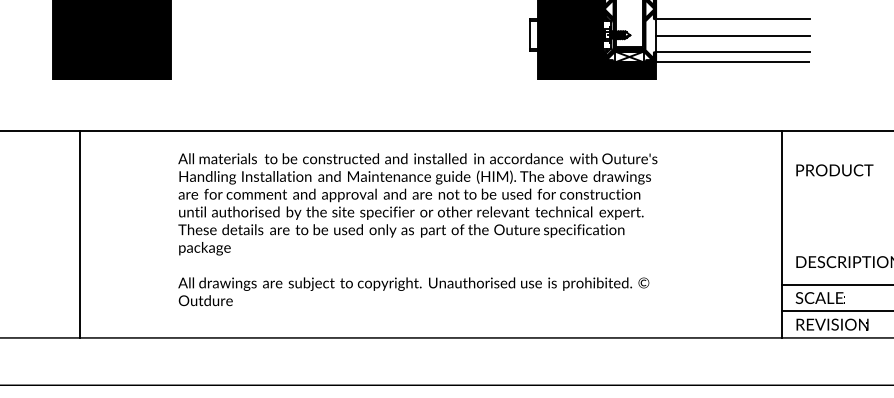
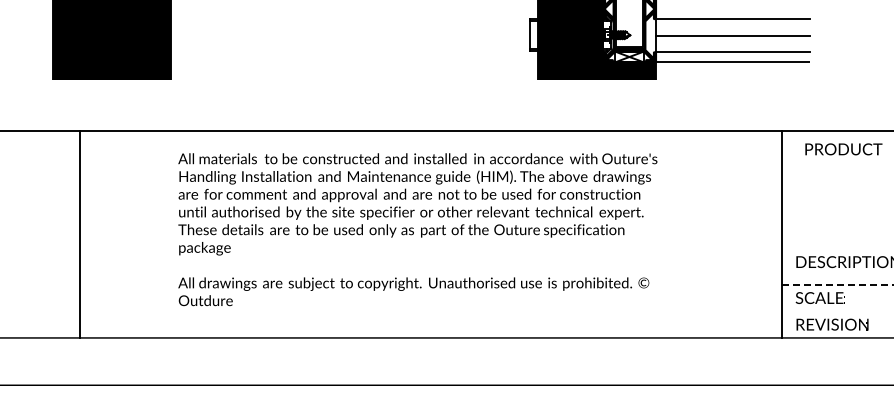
text at (834, 170) position: (834, 170) -> (843, 149)
line at (837, 284): solid -> dashed
line at (835, 311): present -> none
